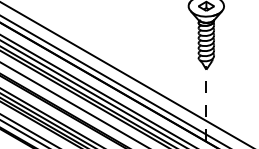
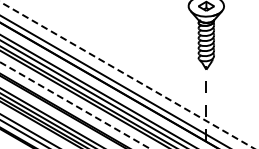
line at (127, 75): solid -> dashed
line at (74, 105): solid -> dashed
